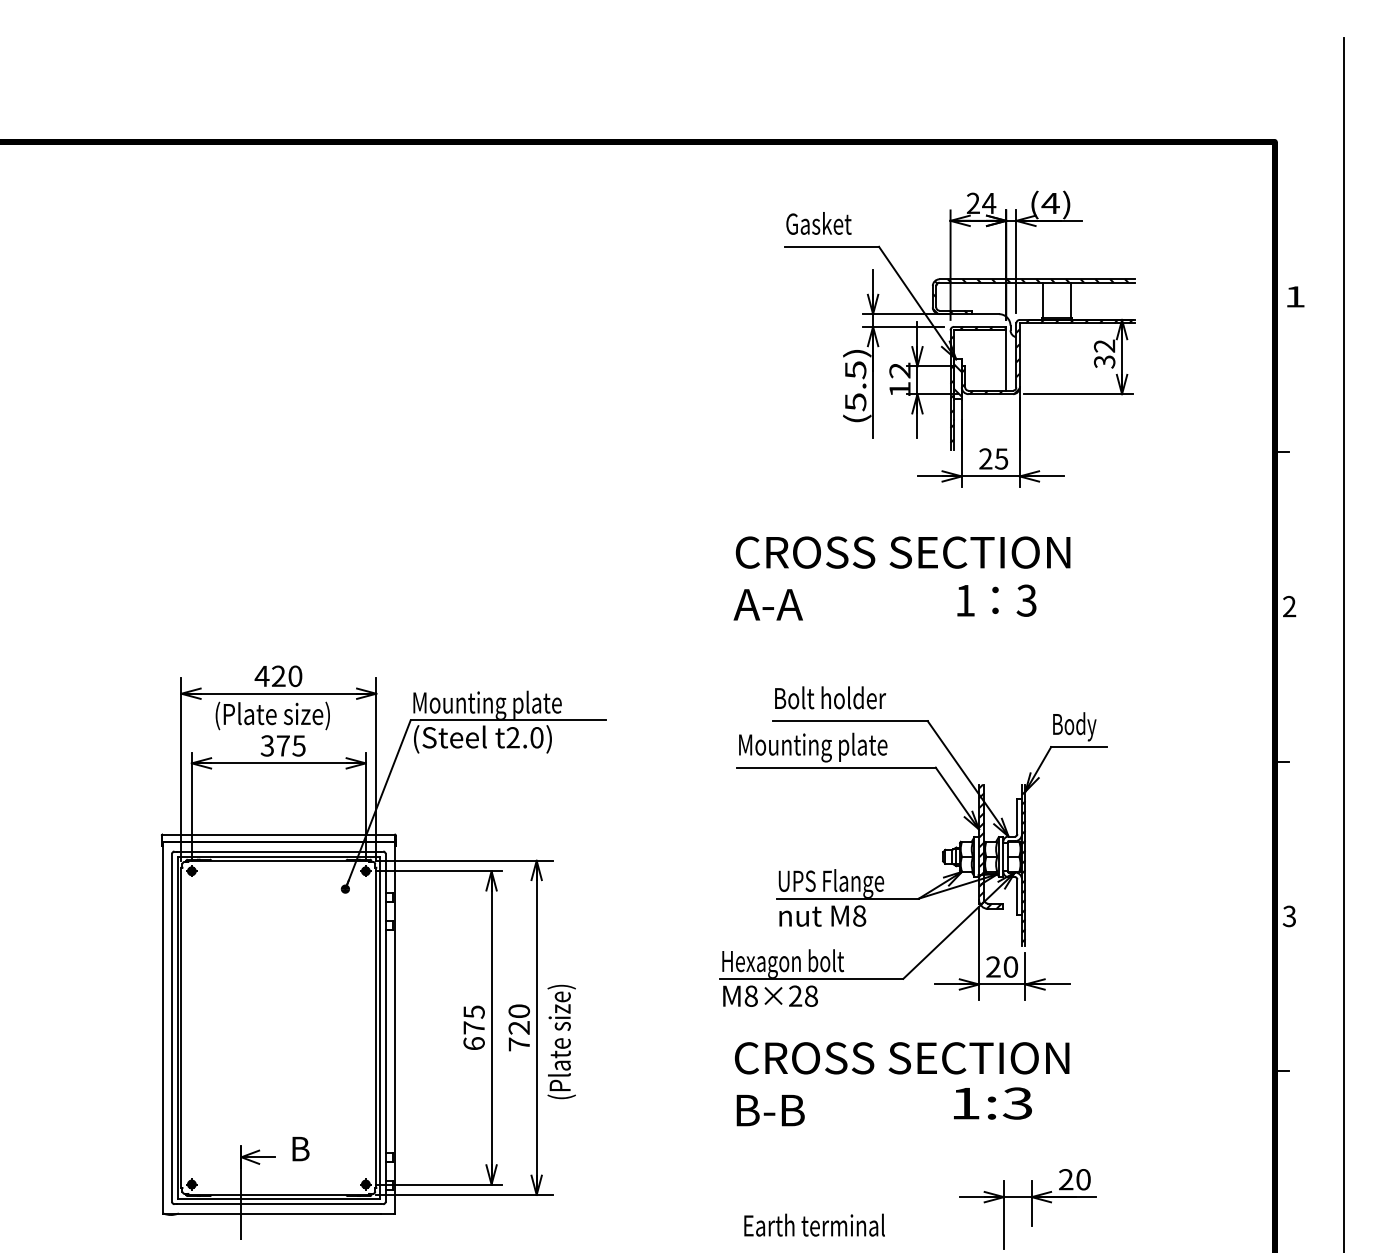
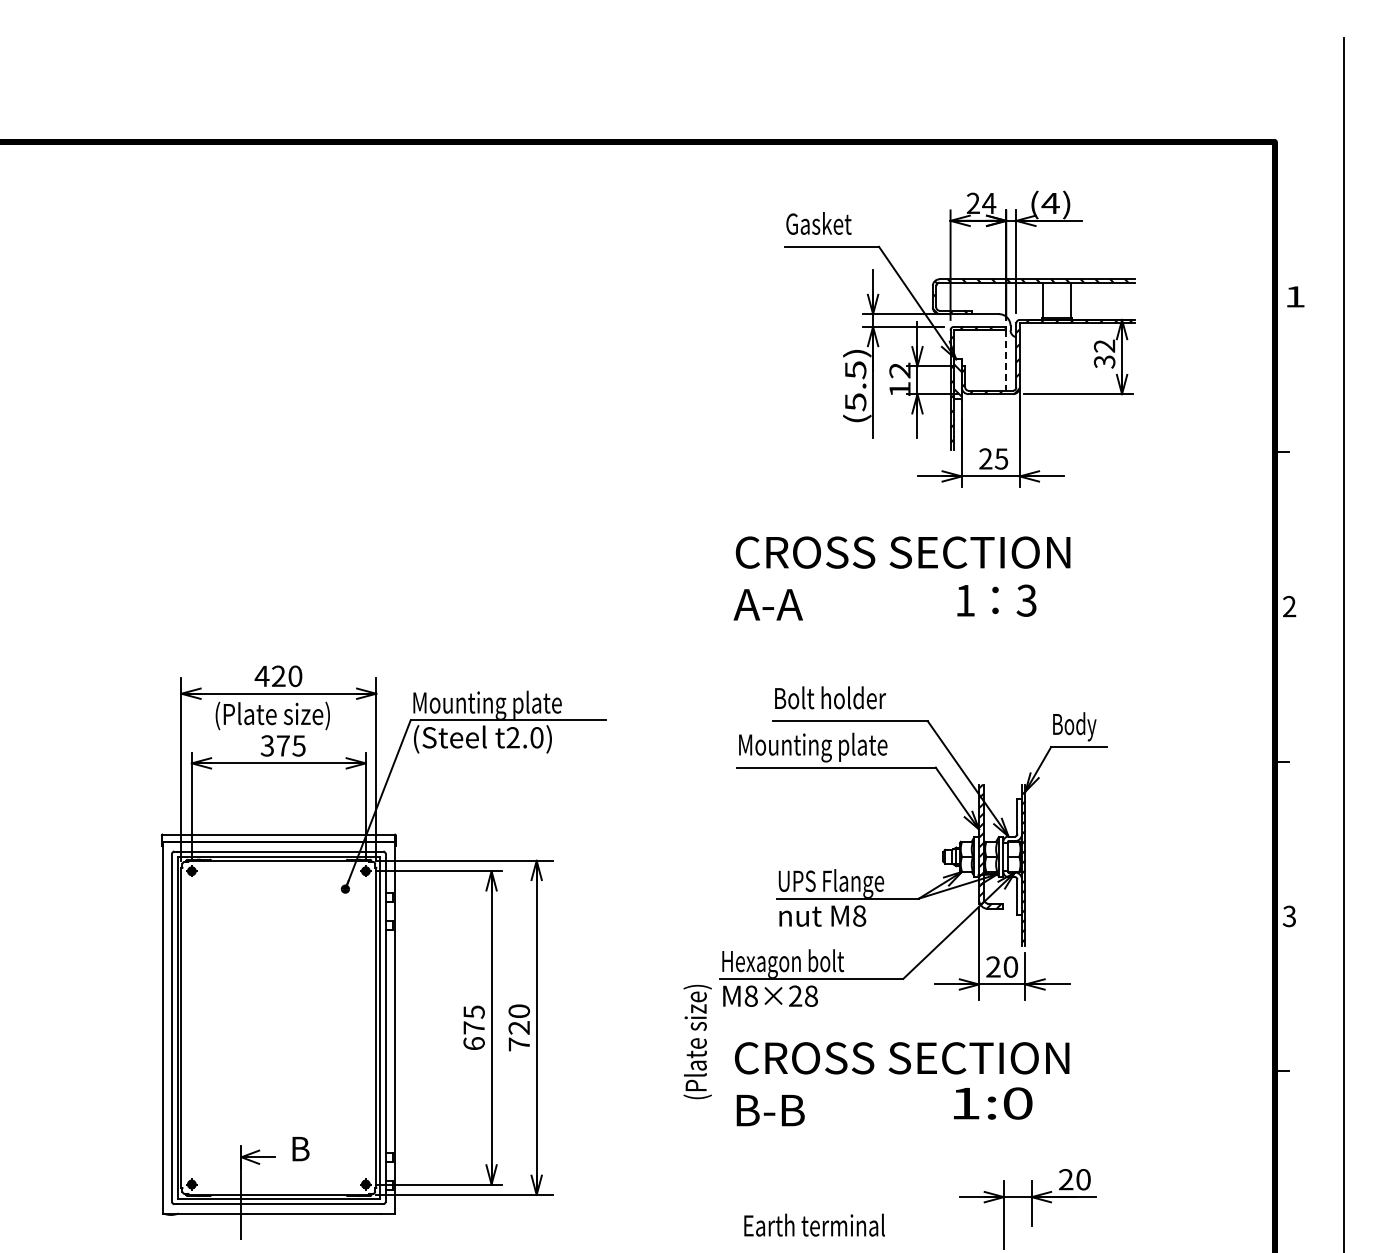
line at (1006, 361): solid -> dashed
text at (561, 1041) position: (561, 1041) -> (697, 1041)
text at (1017, 1103): 1:3 -> 1:0
